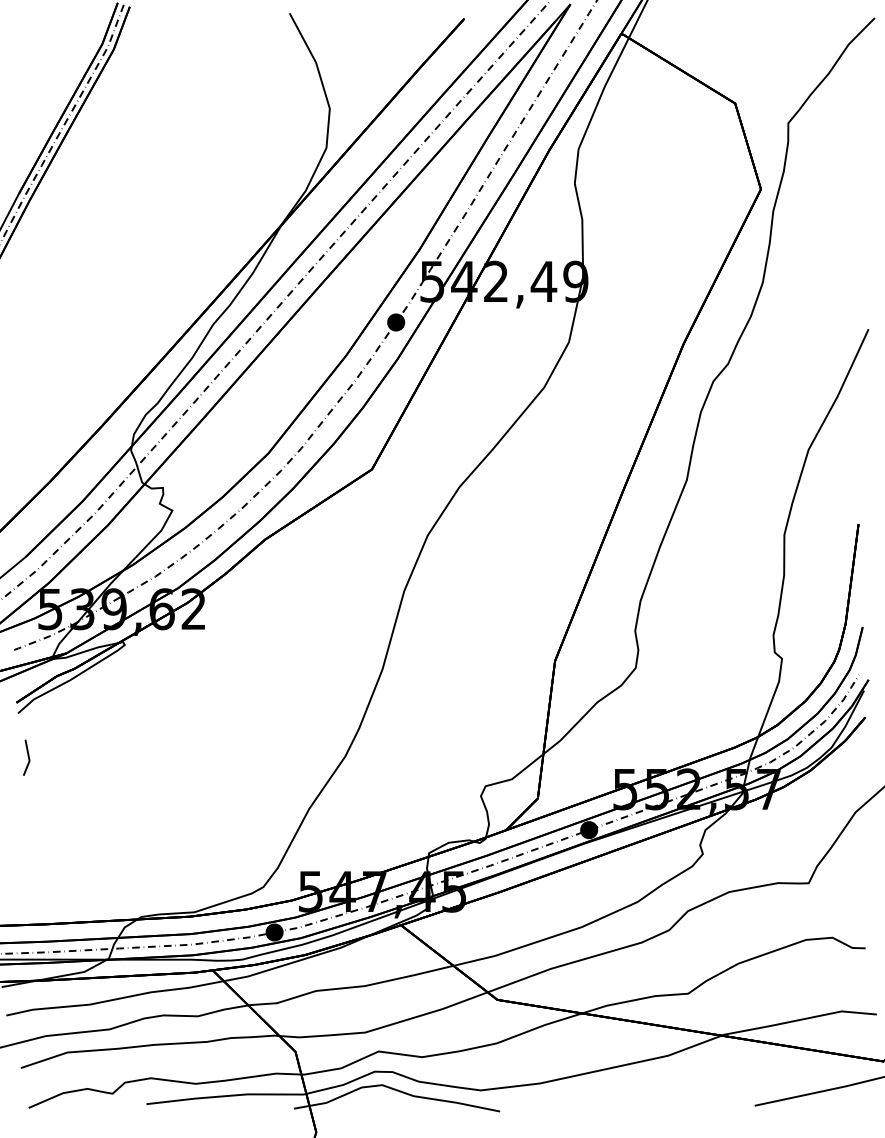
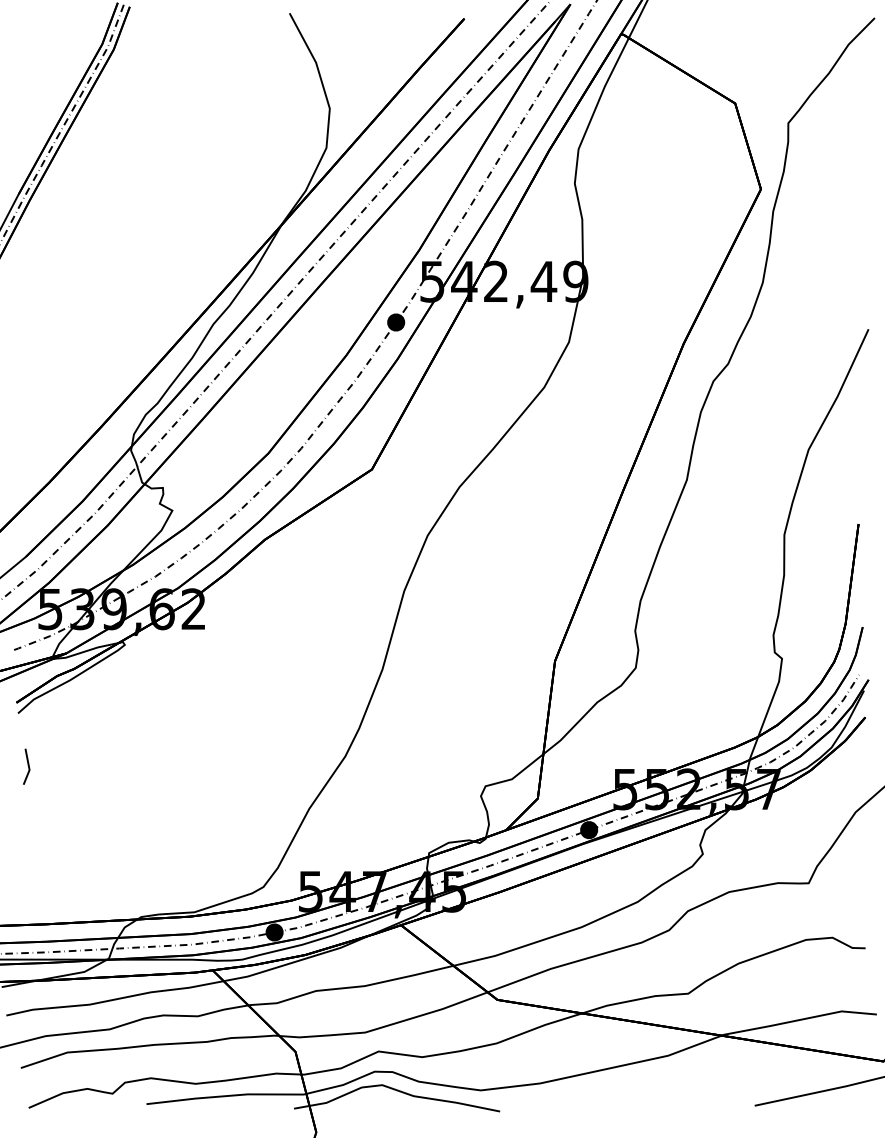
line at (27, 756) position: (27, 756) -> (27, 765)
